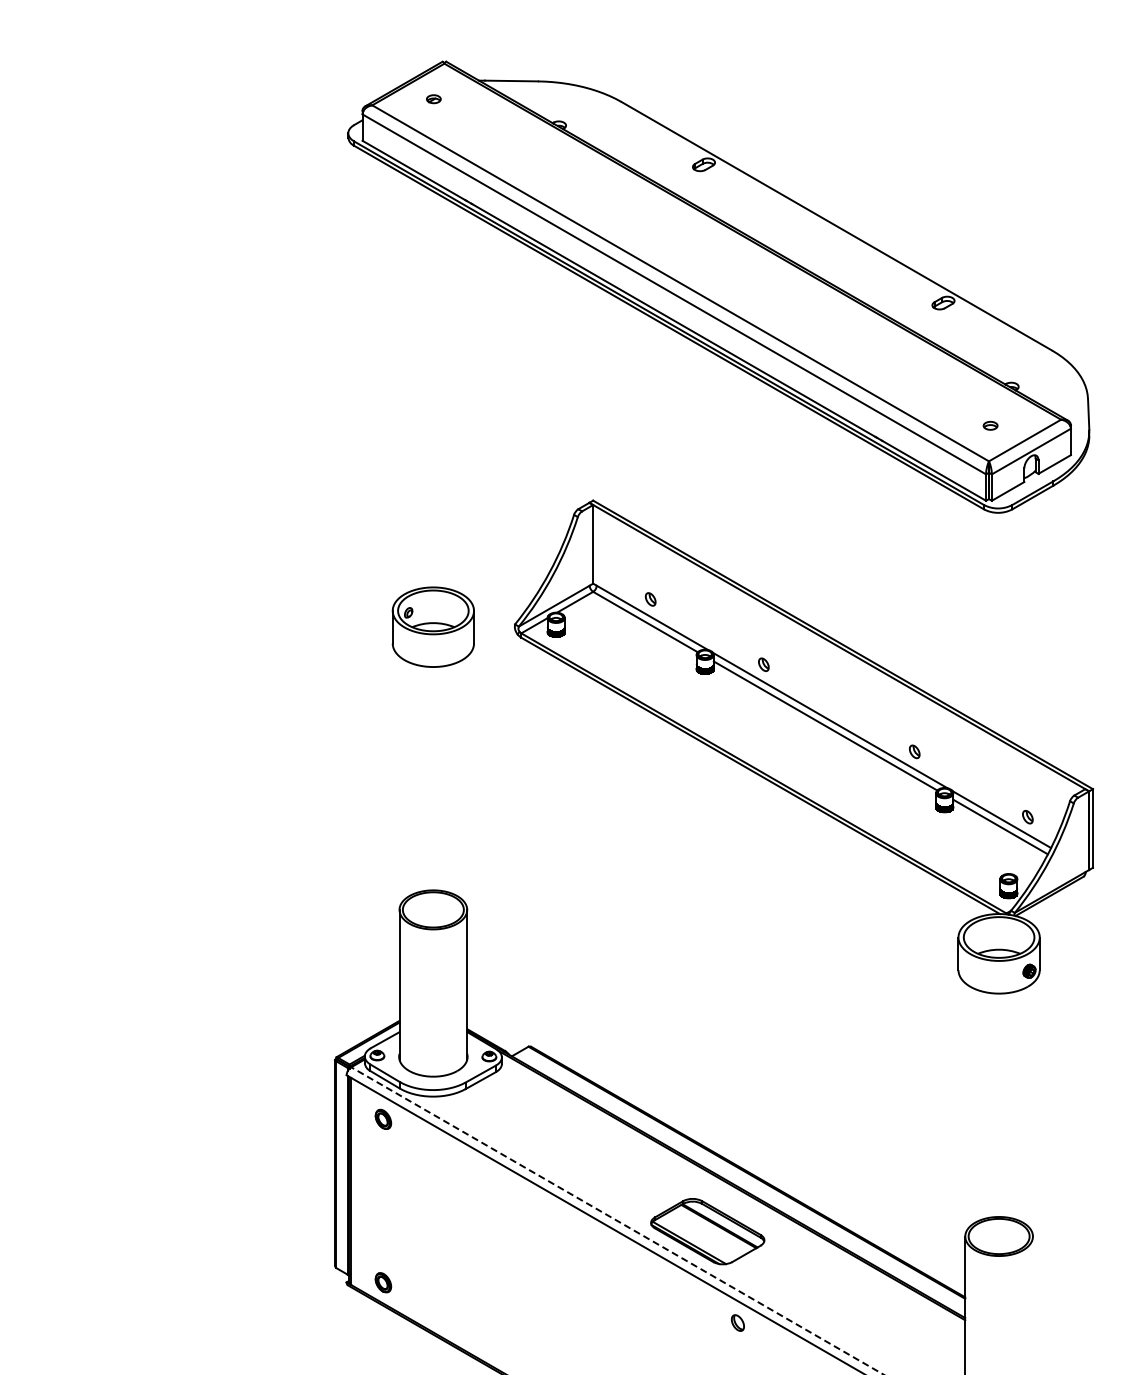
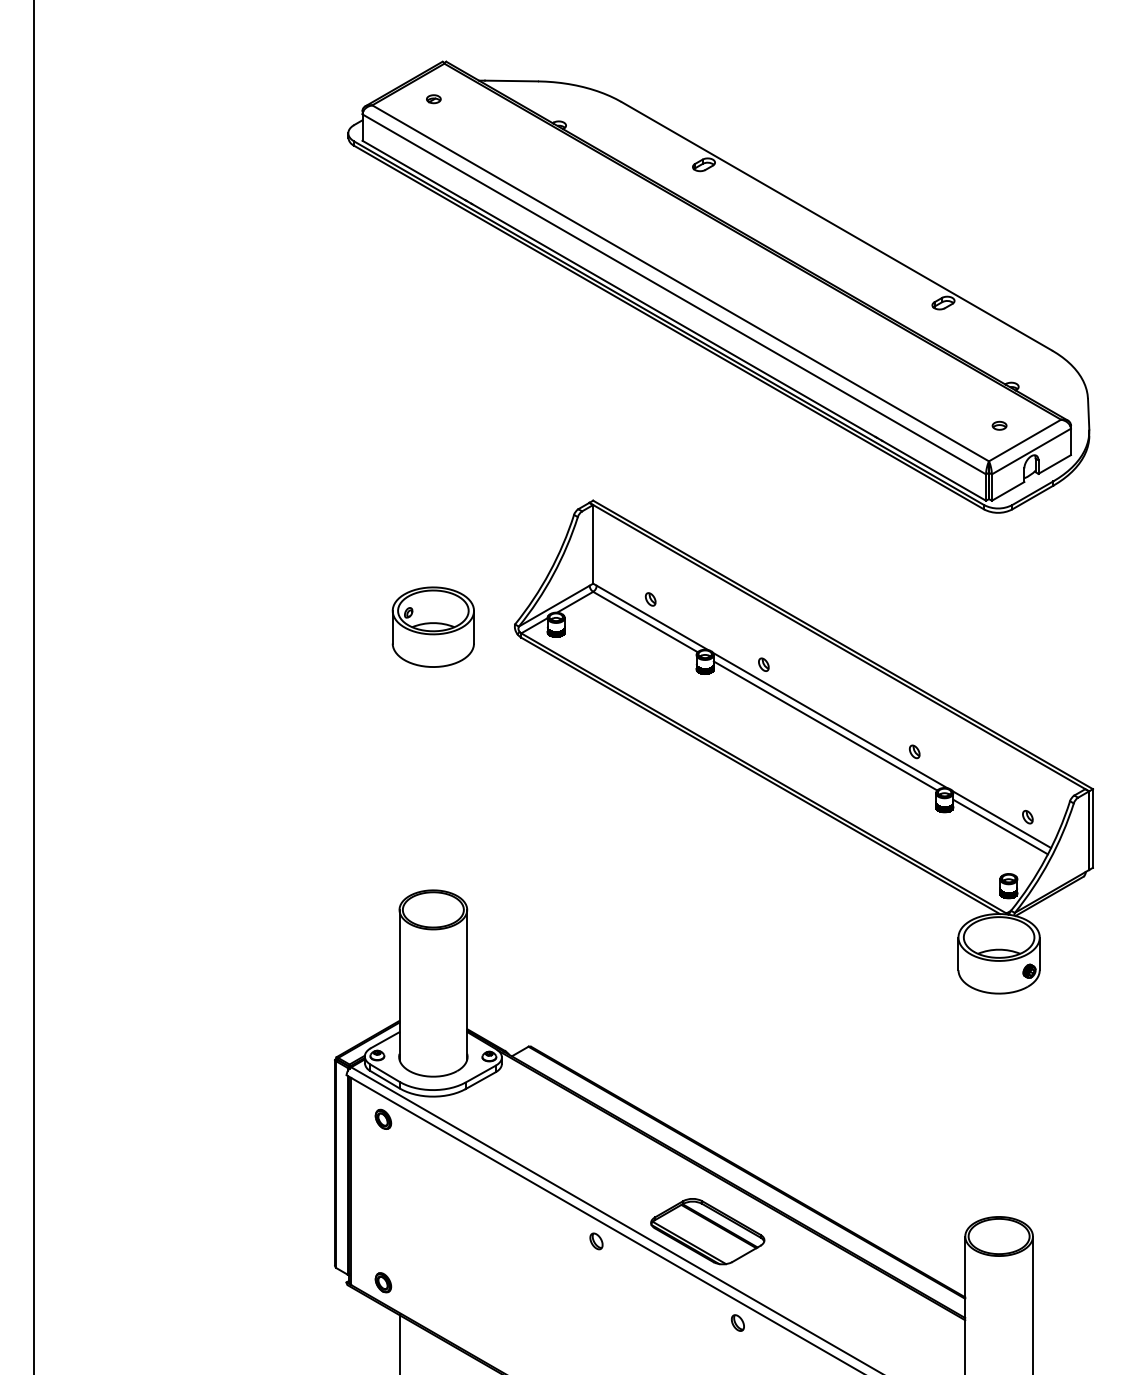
part at (990, 425) position: (990, 425) -> (999, 425)
line at (34, 686): none -> present
line at (617, 1221): dashed -> solid
part at (596, 1241): none -> present
line at (1033, 1303): none -> present
line at (399, 1343): none -> present
